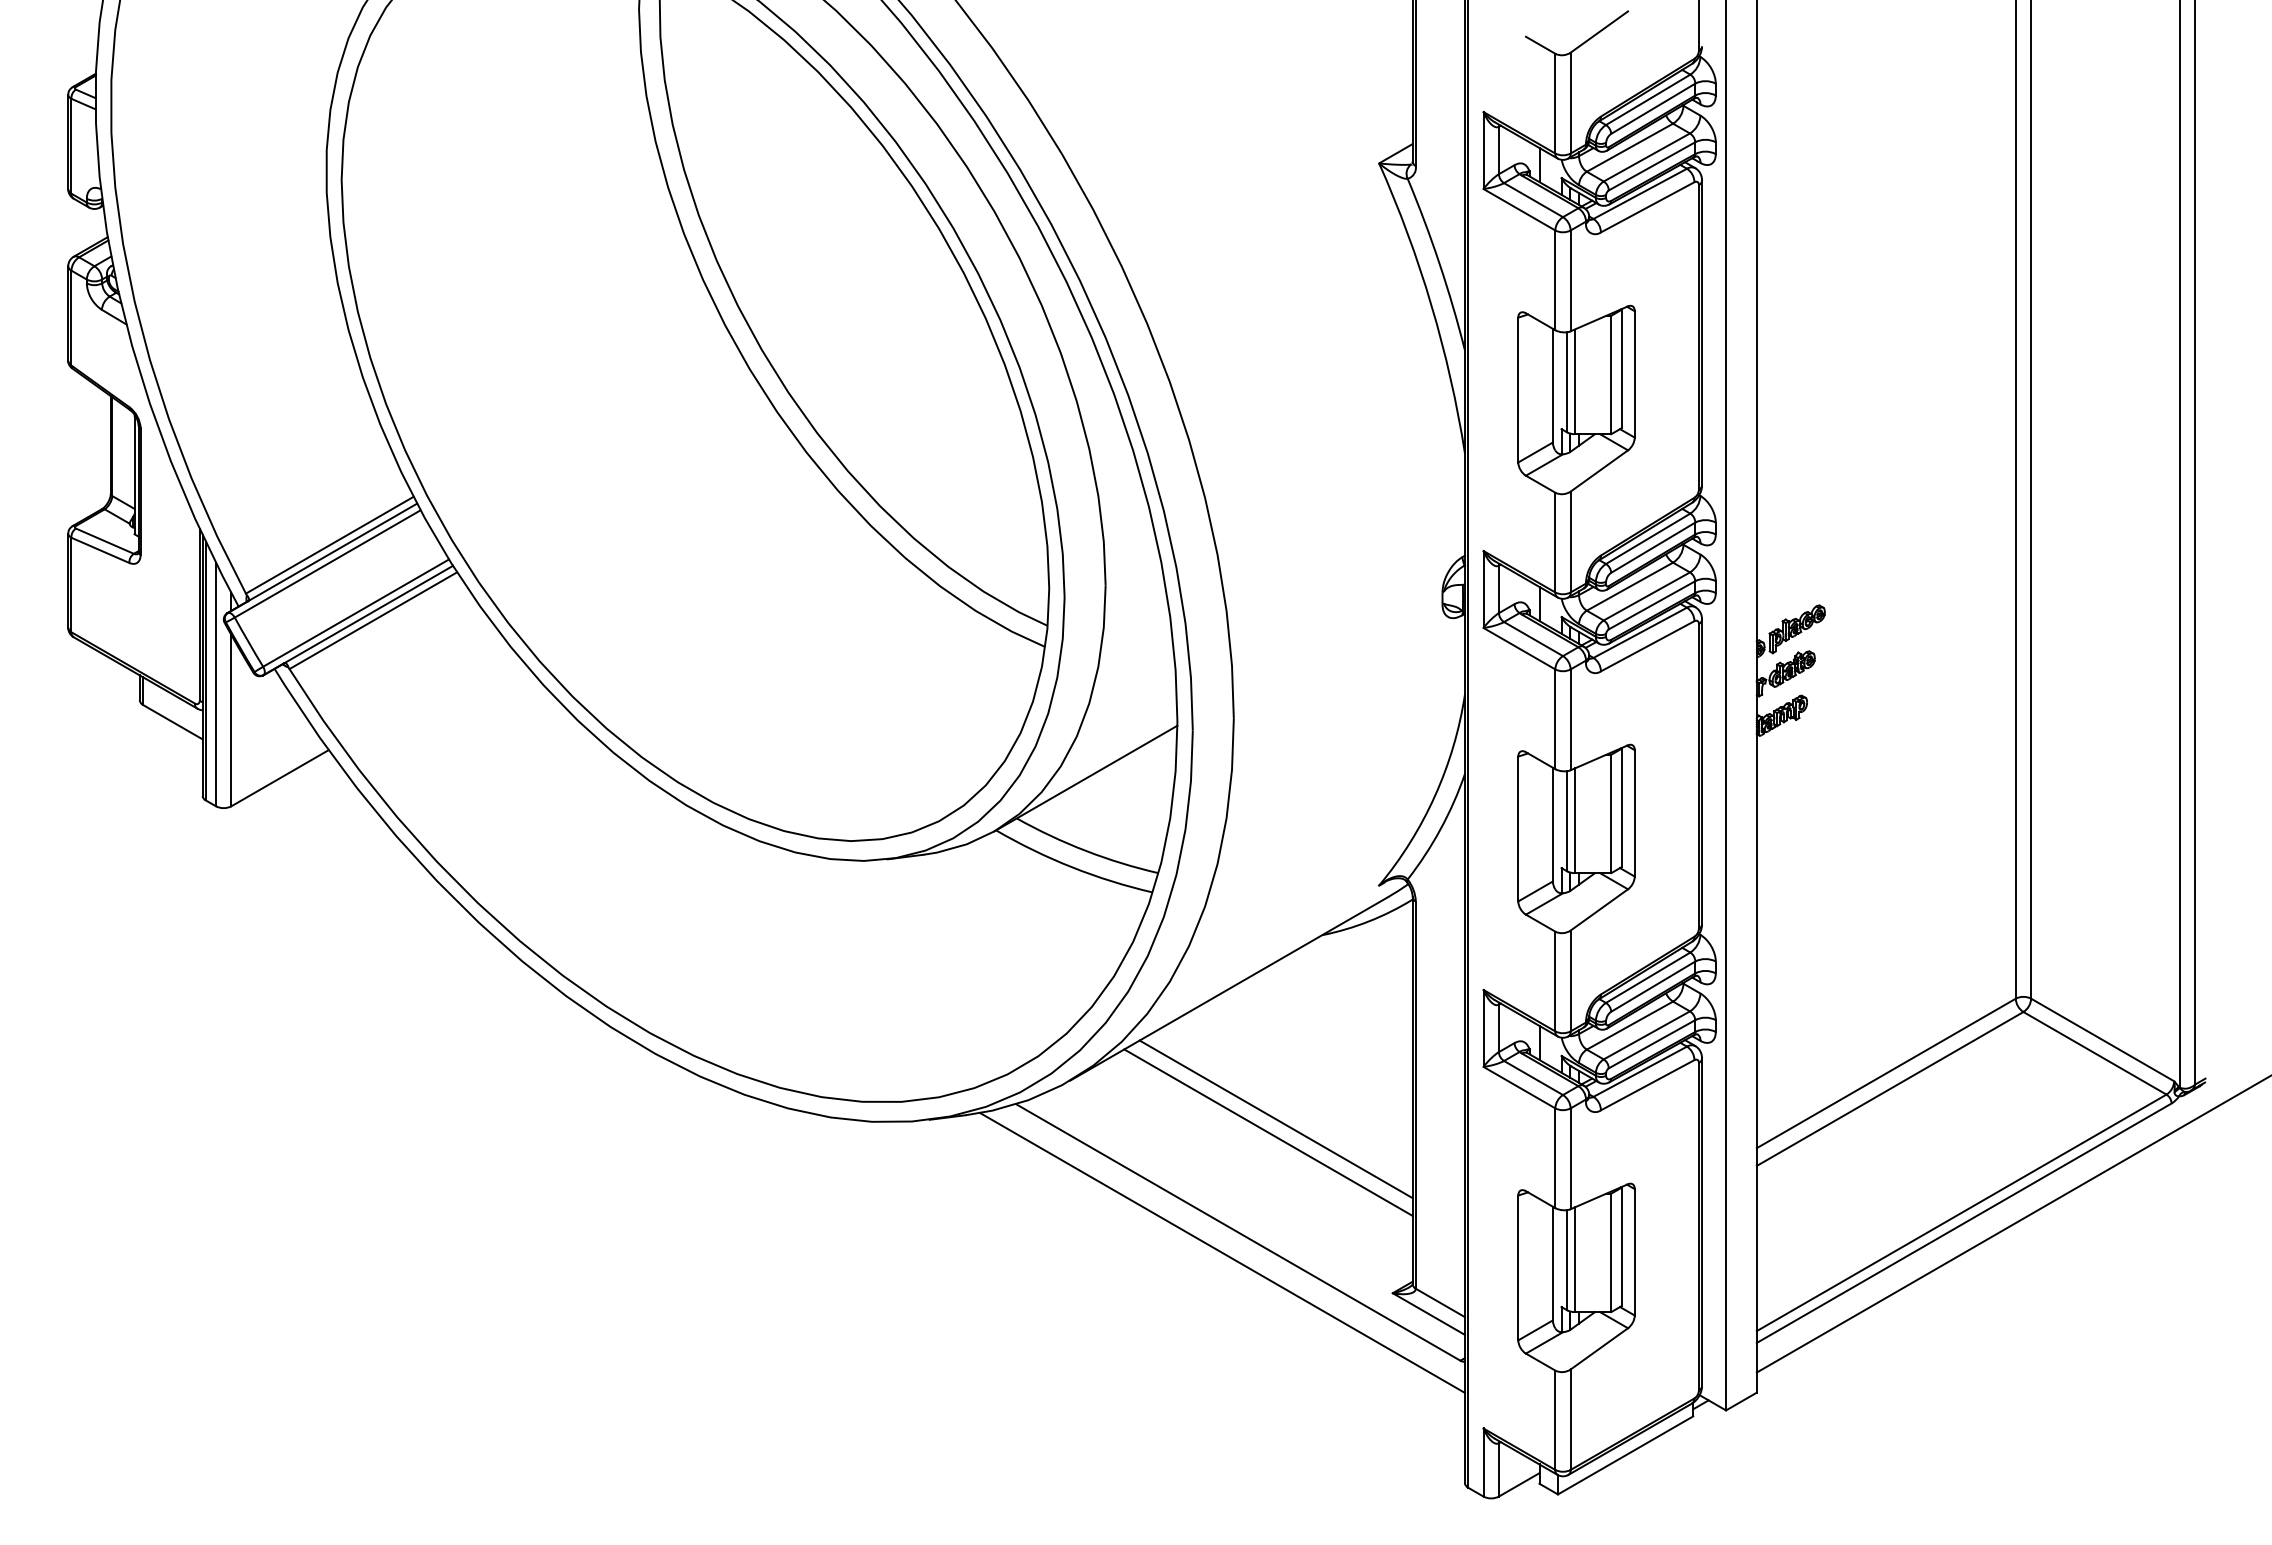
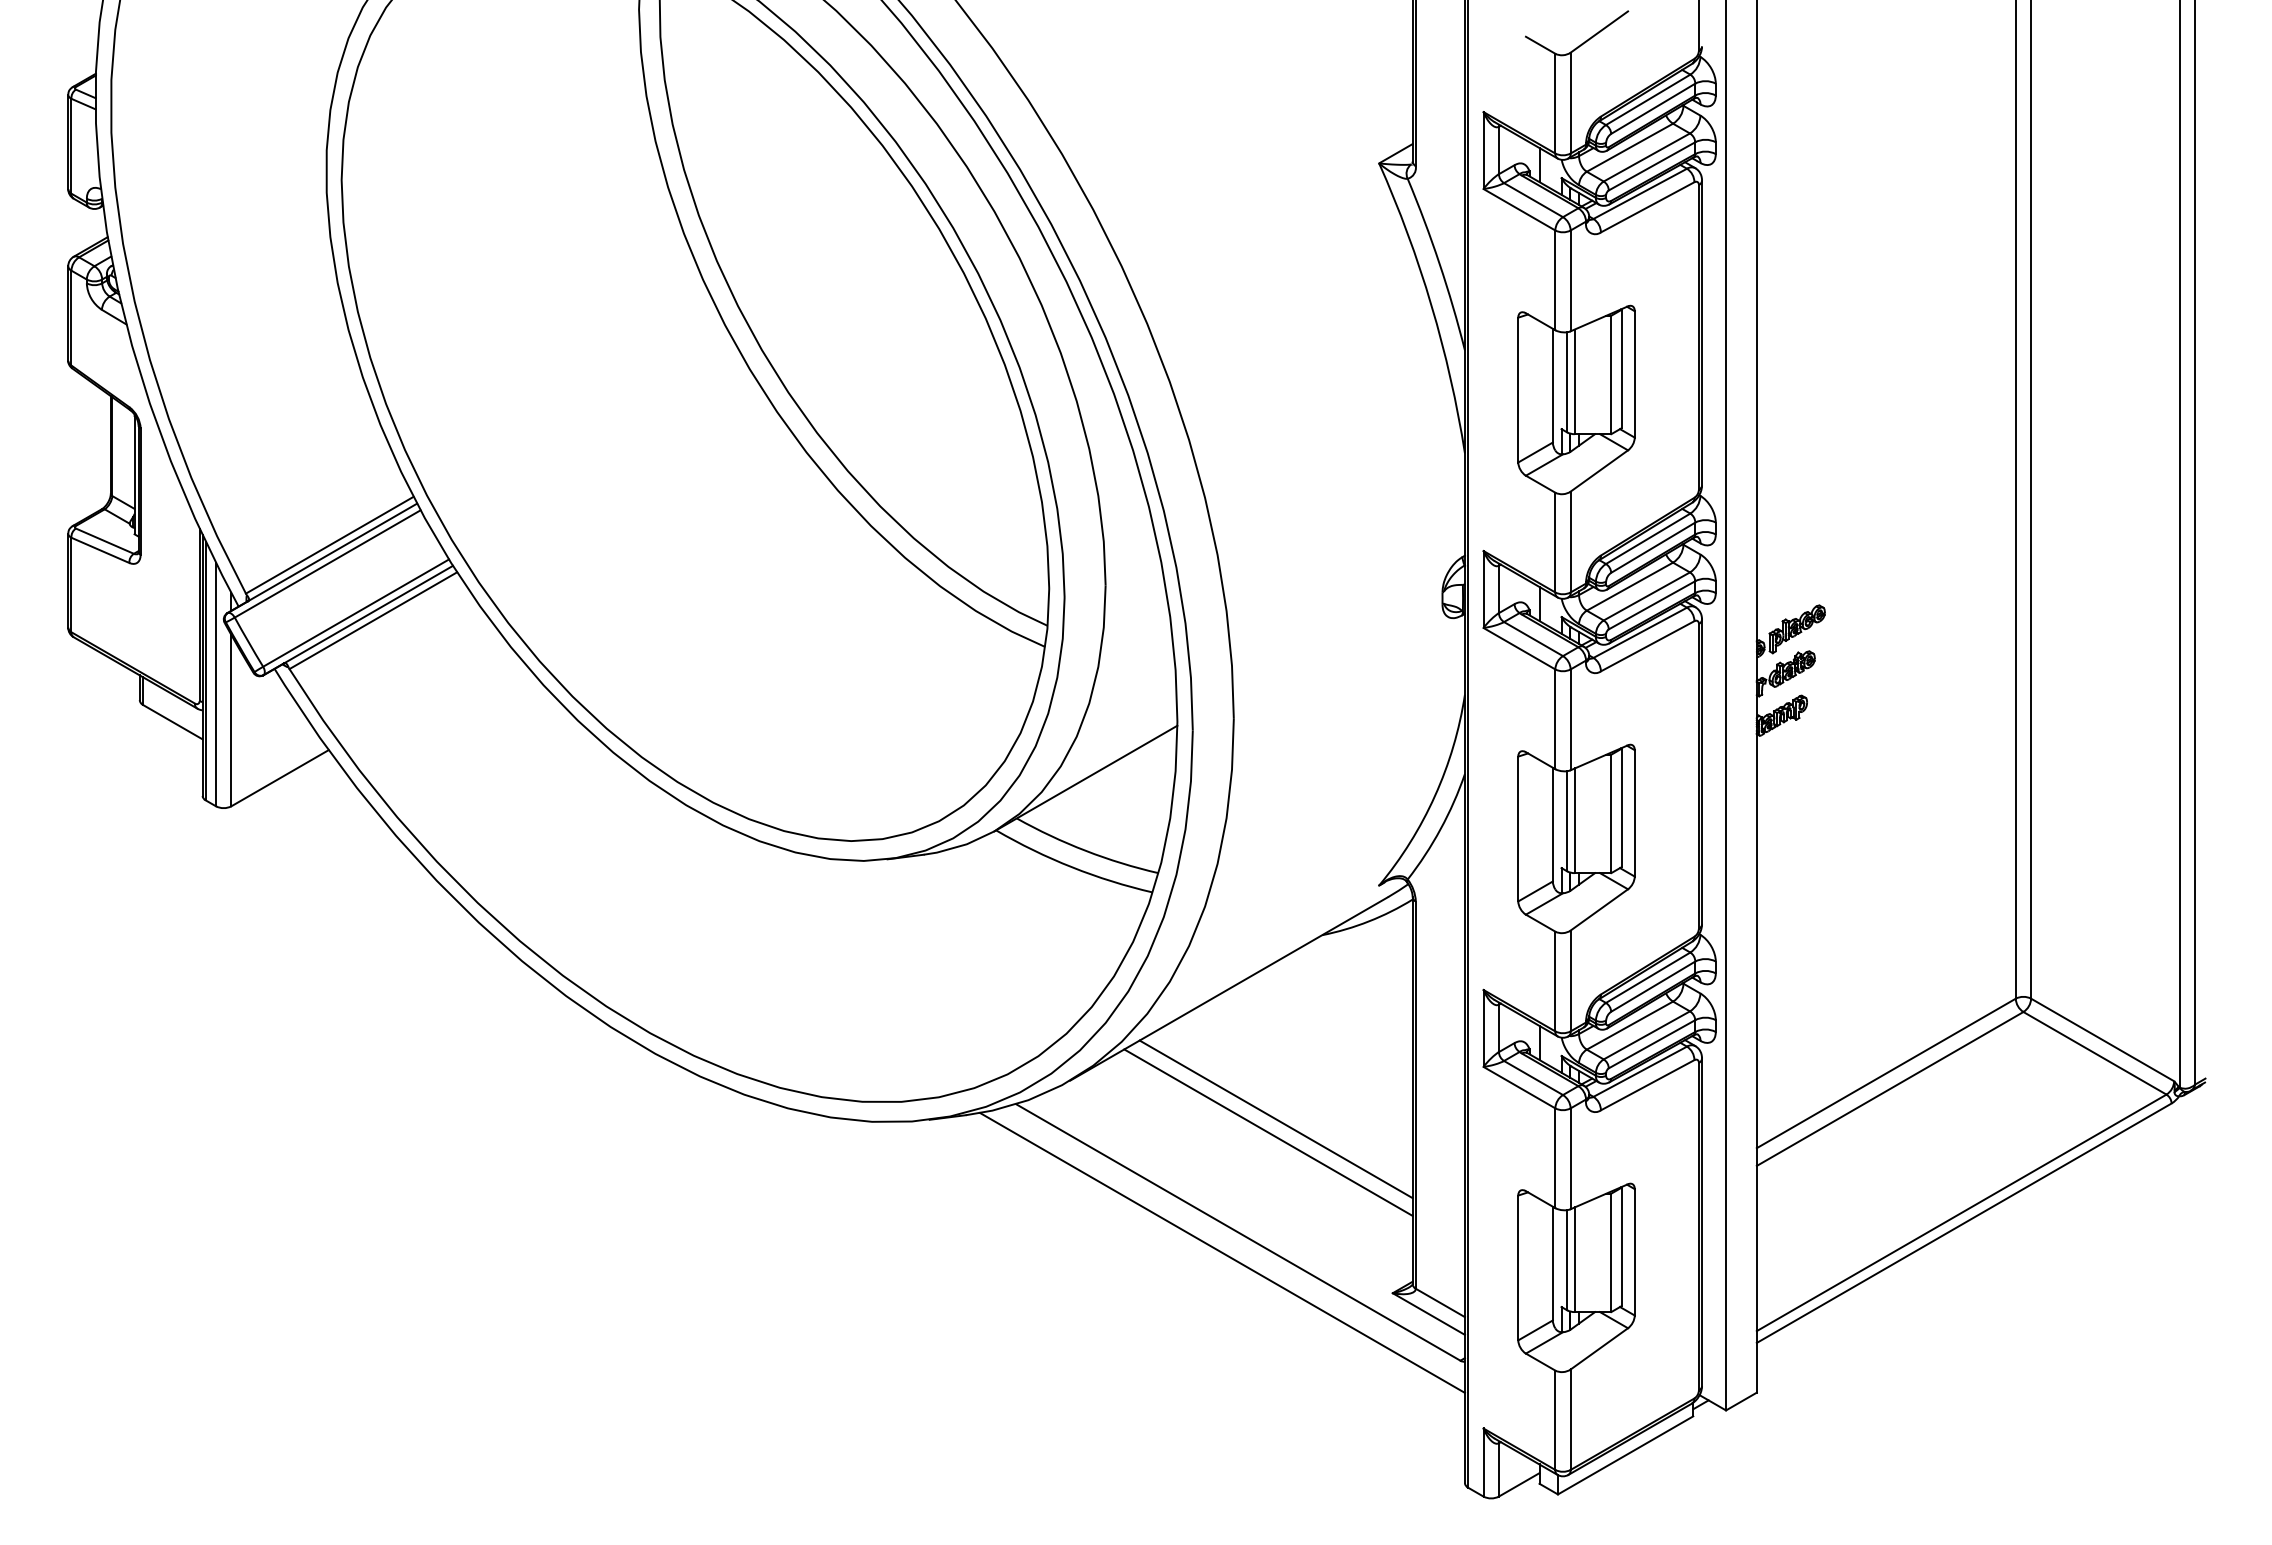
line at (2012, 1224): present -> none
